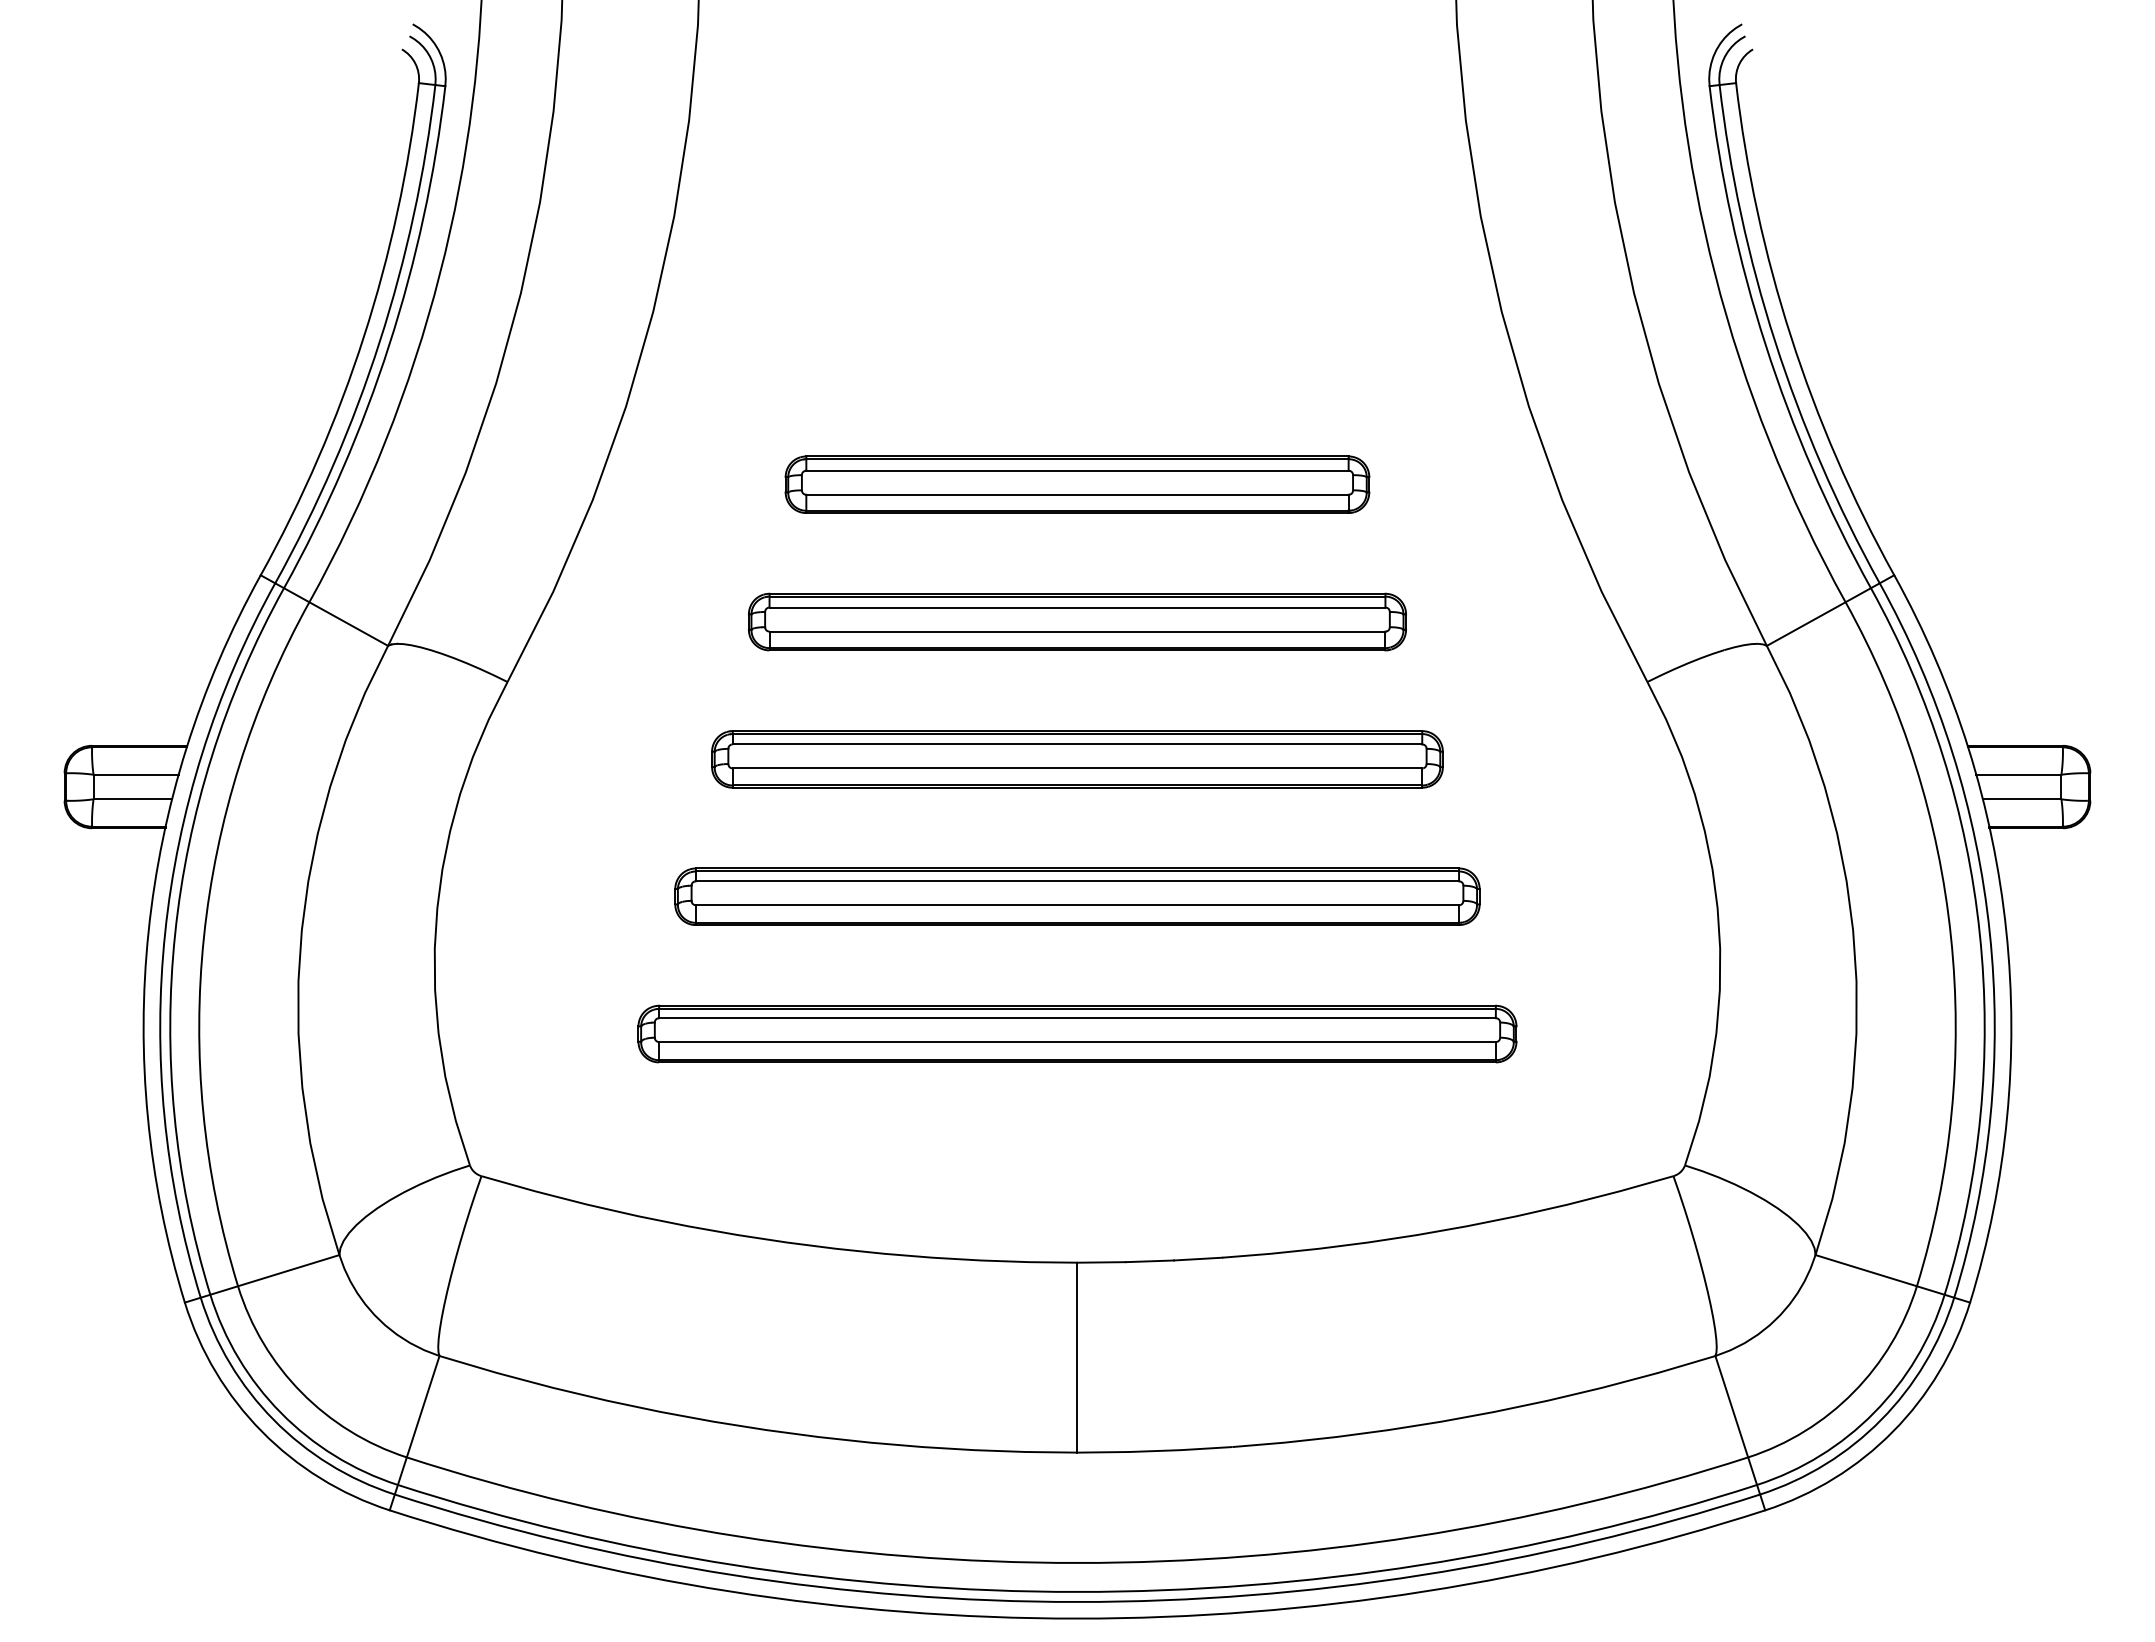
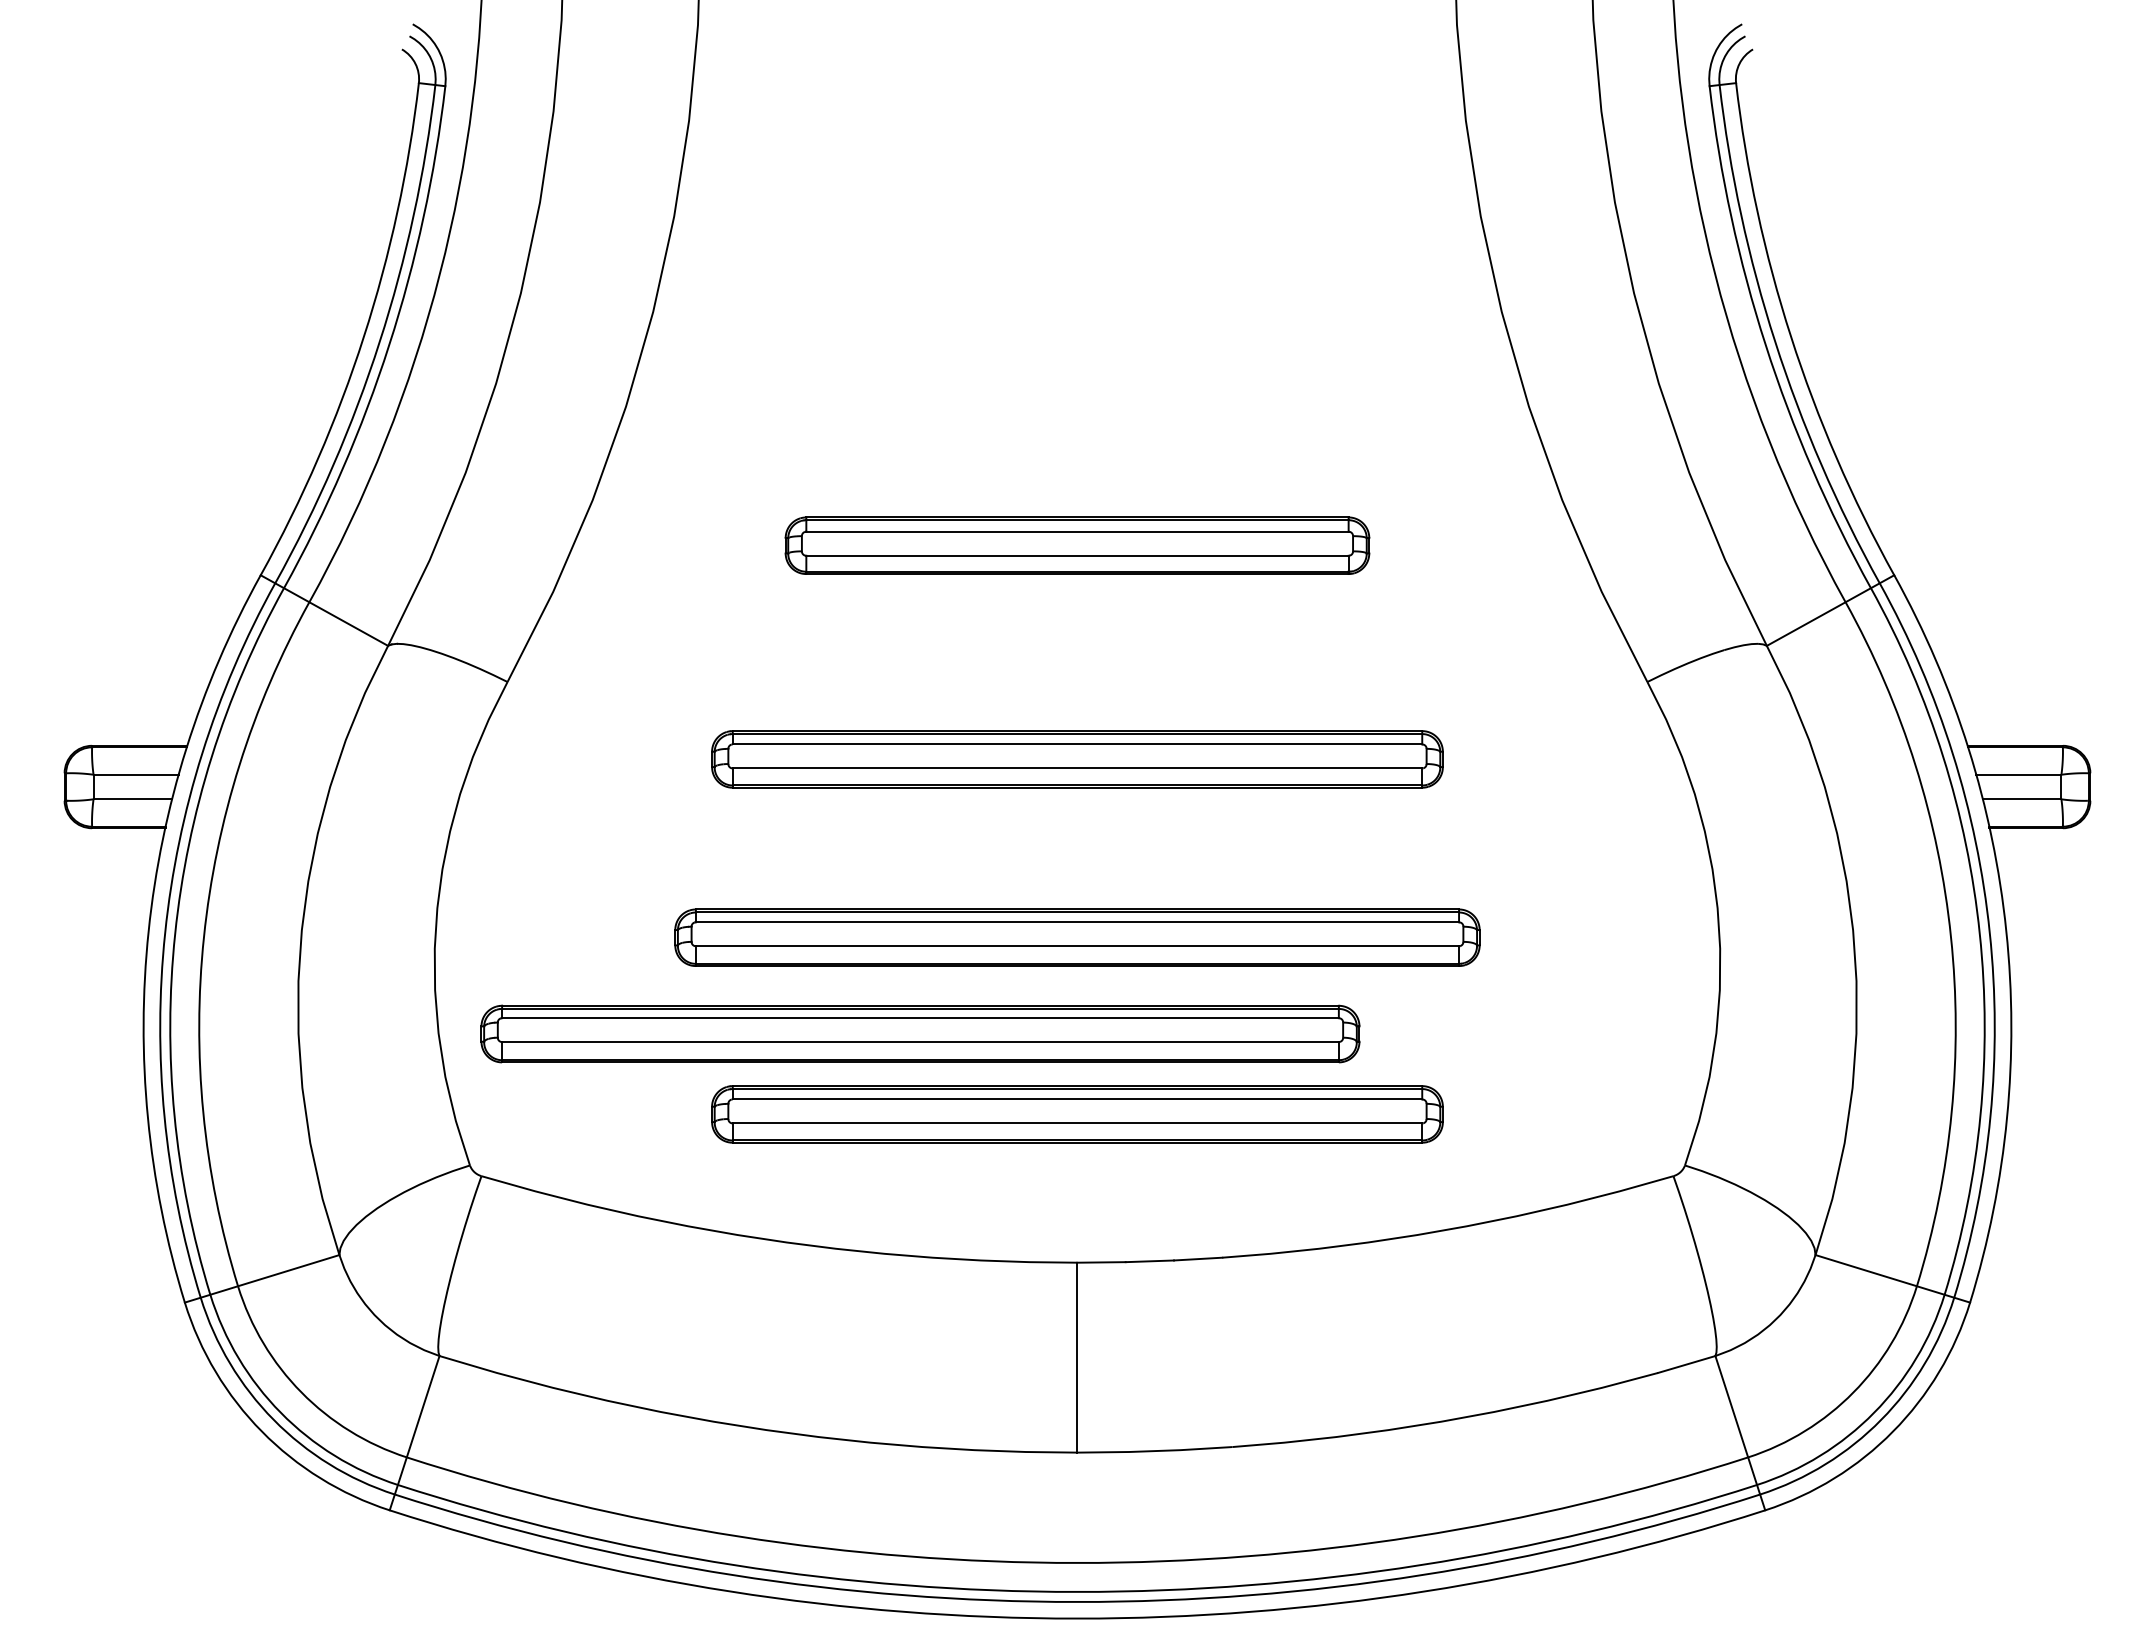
part at (1077, 484) position: (1077, 484) -> (1077, 545)
part at (1077, 621): present -> none
part at (1077, 896) position: (1077, 896) -> (1077, 937)
part at (1077, 1033) position: (1077, 1033) -> (920, 1033)
part at (1077, 1114): none -> present
